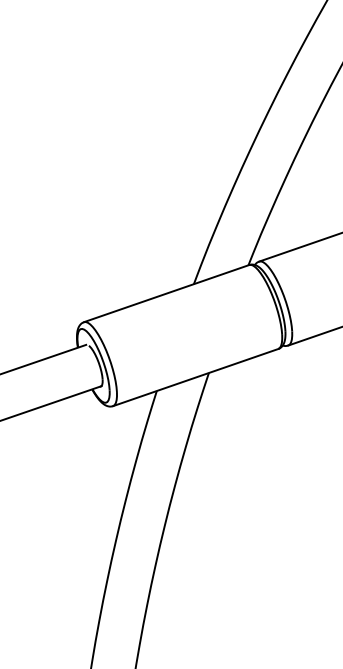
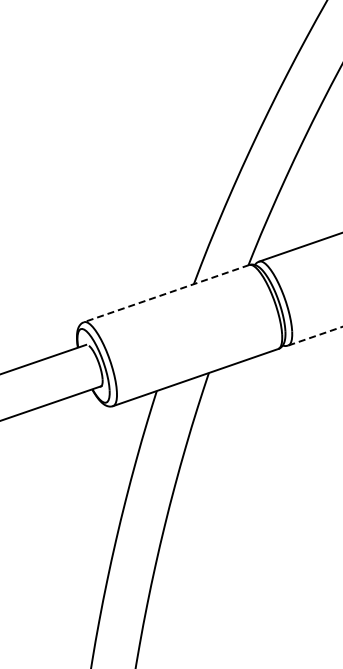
line at (166, 293): solid -> dashed
line at (315, 336): solid -> dashed
